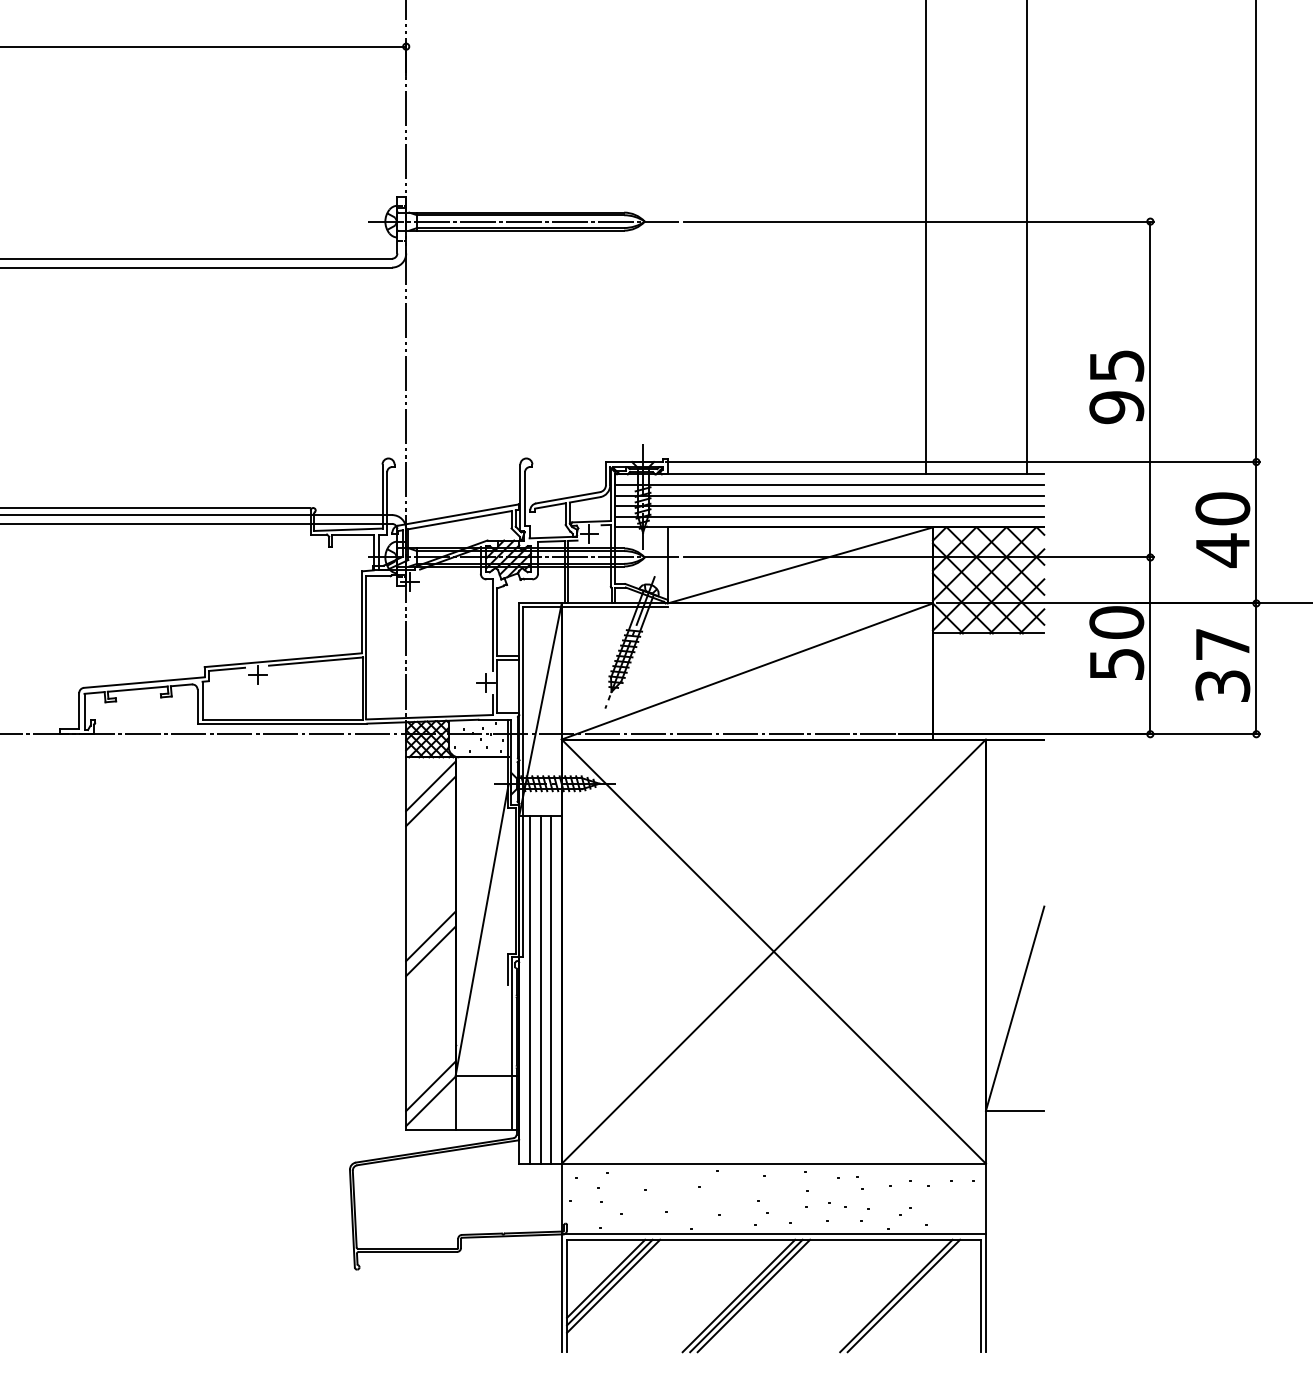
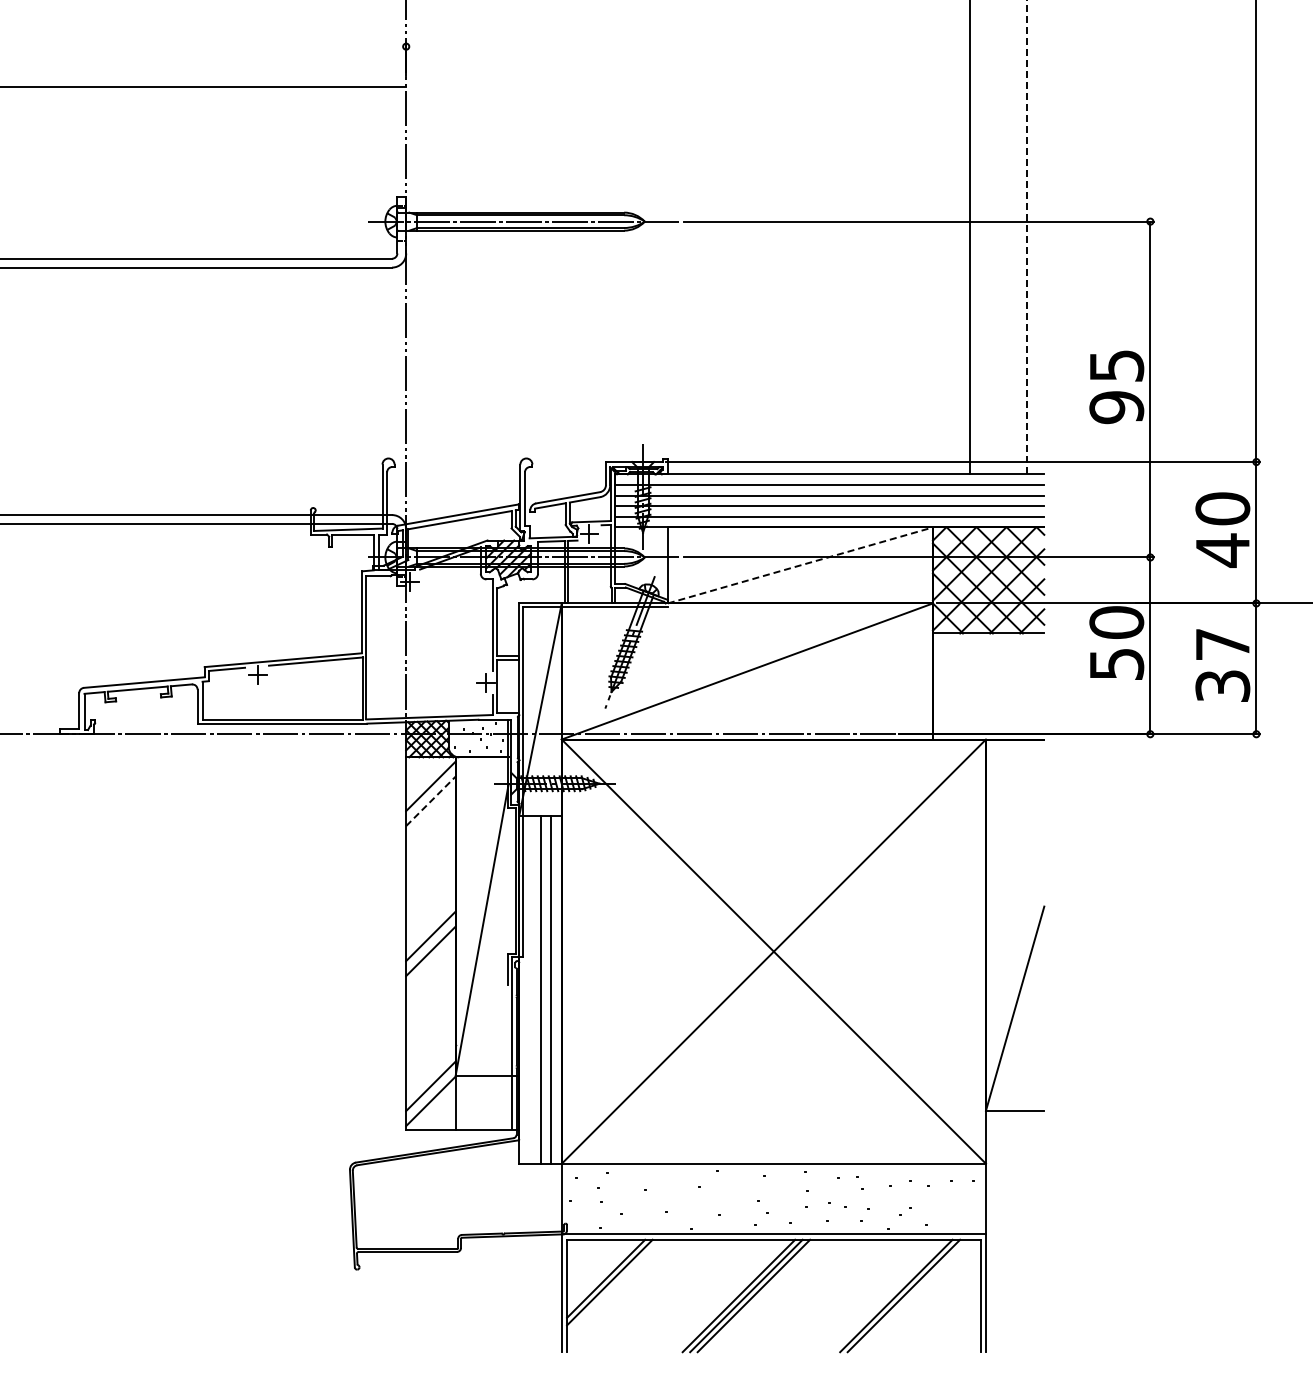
line at (204, 46) position: (204, 46) -> (204, 86)
line at (1026, 237): solid -> dashed
line at (925, 238) position: (925, 238) -> (969, 238)
line at (155, 508): present -> none
line at (800, 565): solid -> dashed
line at (430, 801): solid -> dashed
line at (529, 989): present -> none
line at (613, 1285): present -> none
